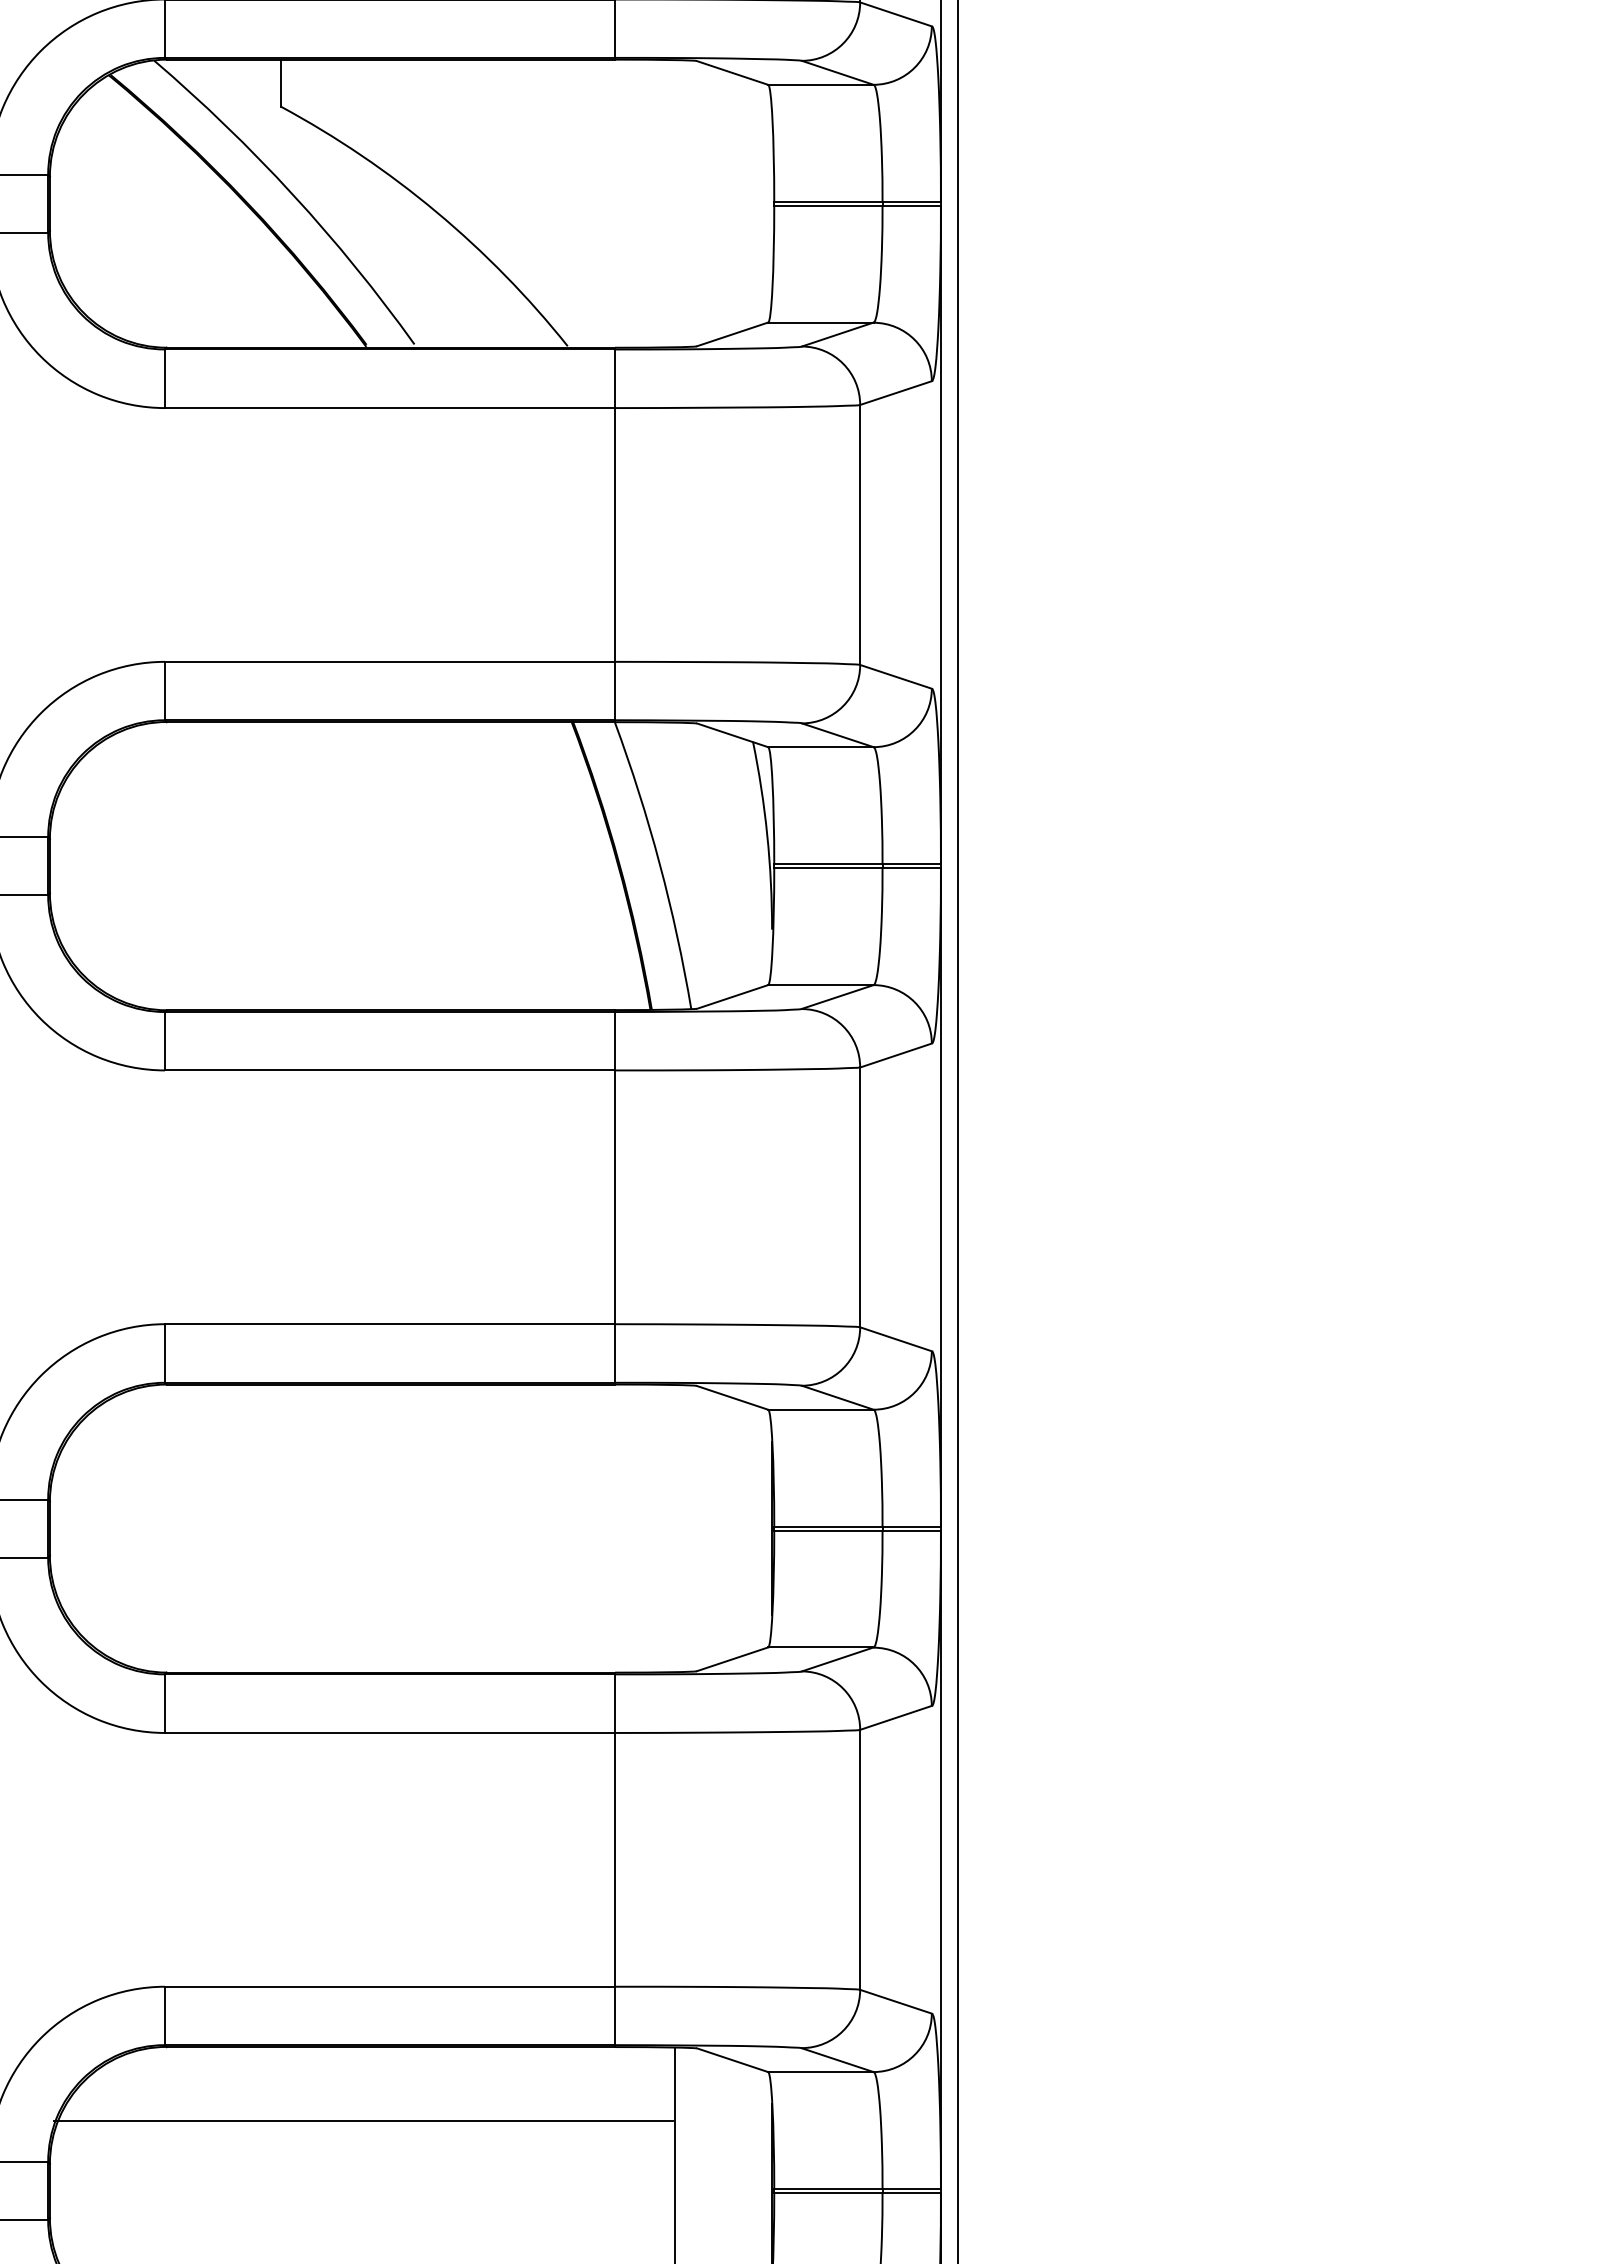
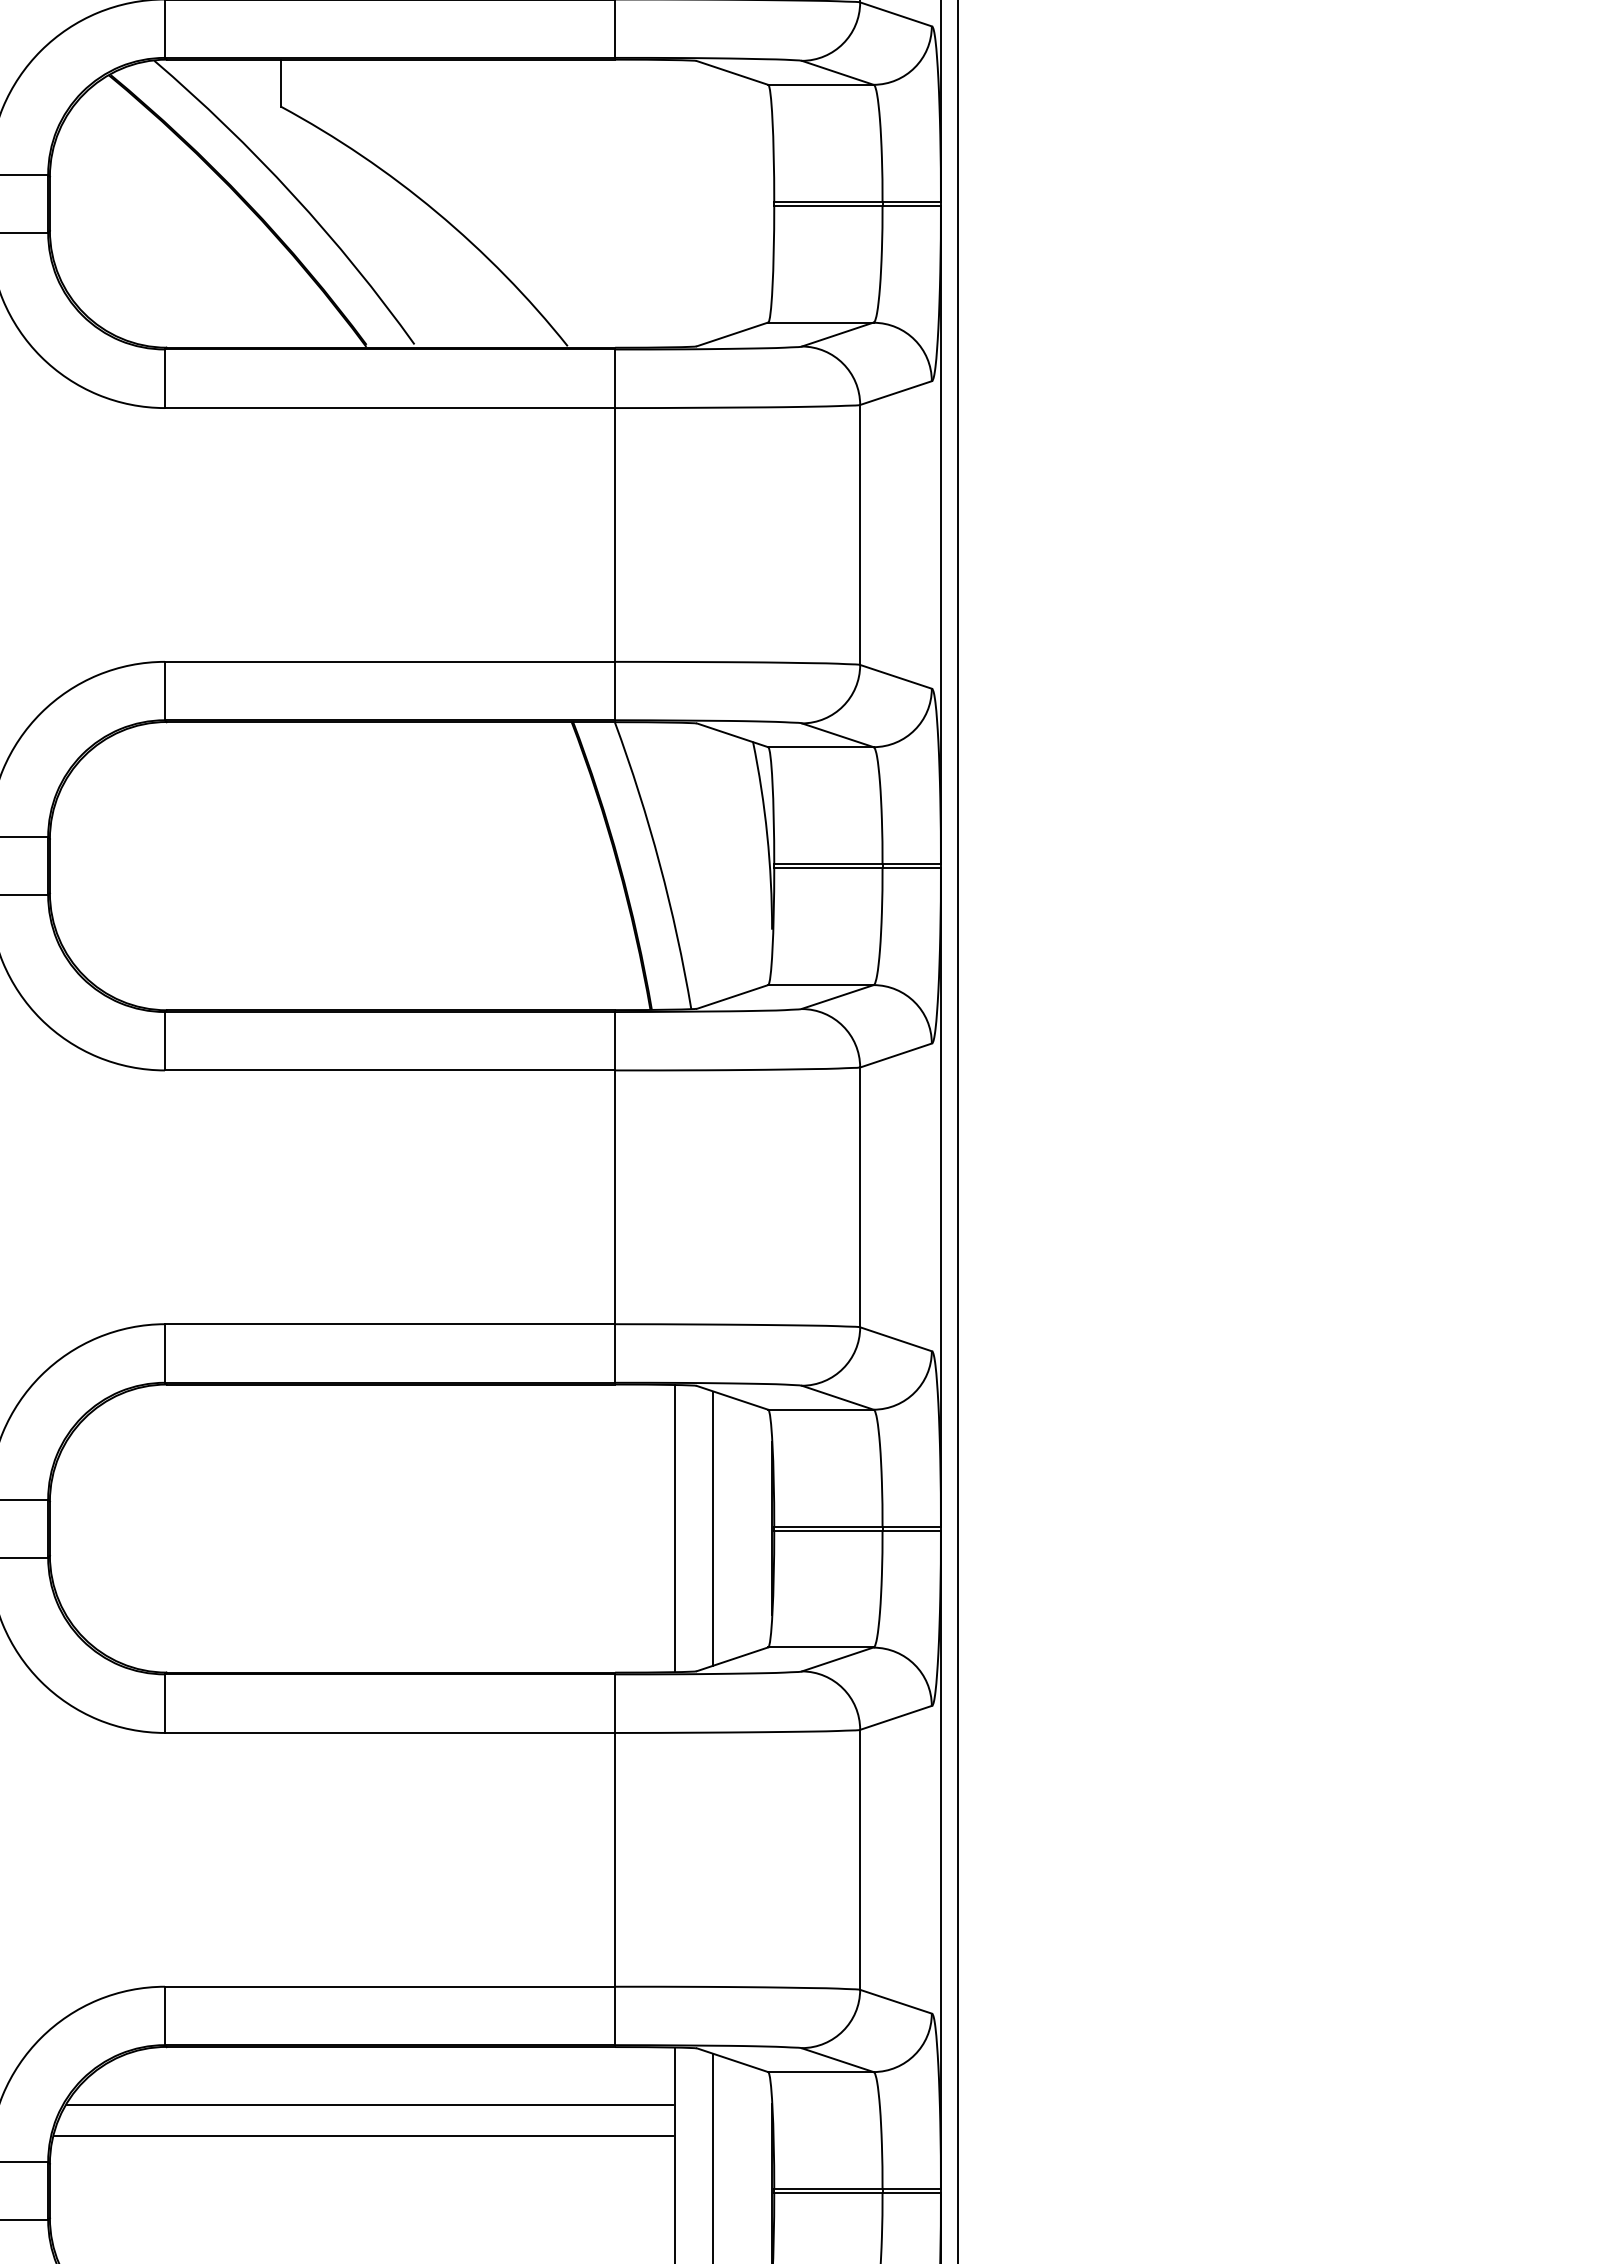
line at (674, 1528): none -> present
line at (713, 1528): none -> present
line at (370, 2105): none -> present
line at (363, 2121) position: (363, 2121) -> (363, 2136)
line at (713, 2156): none -> present
